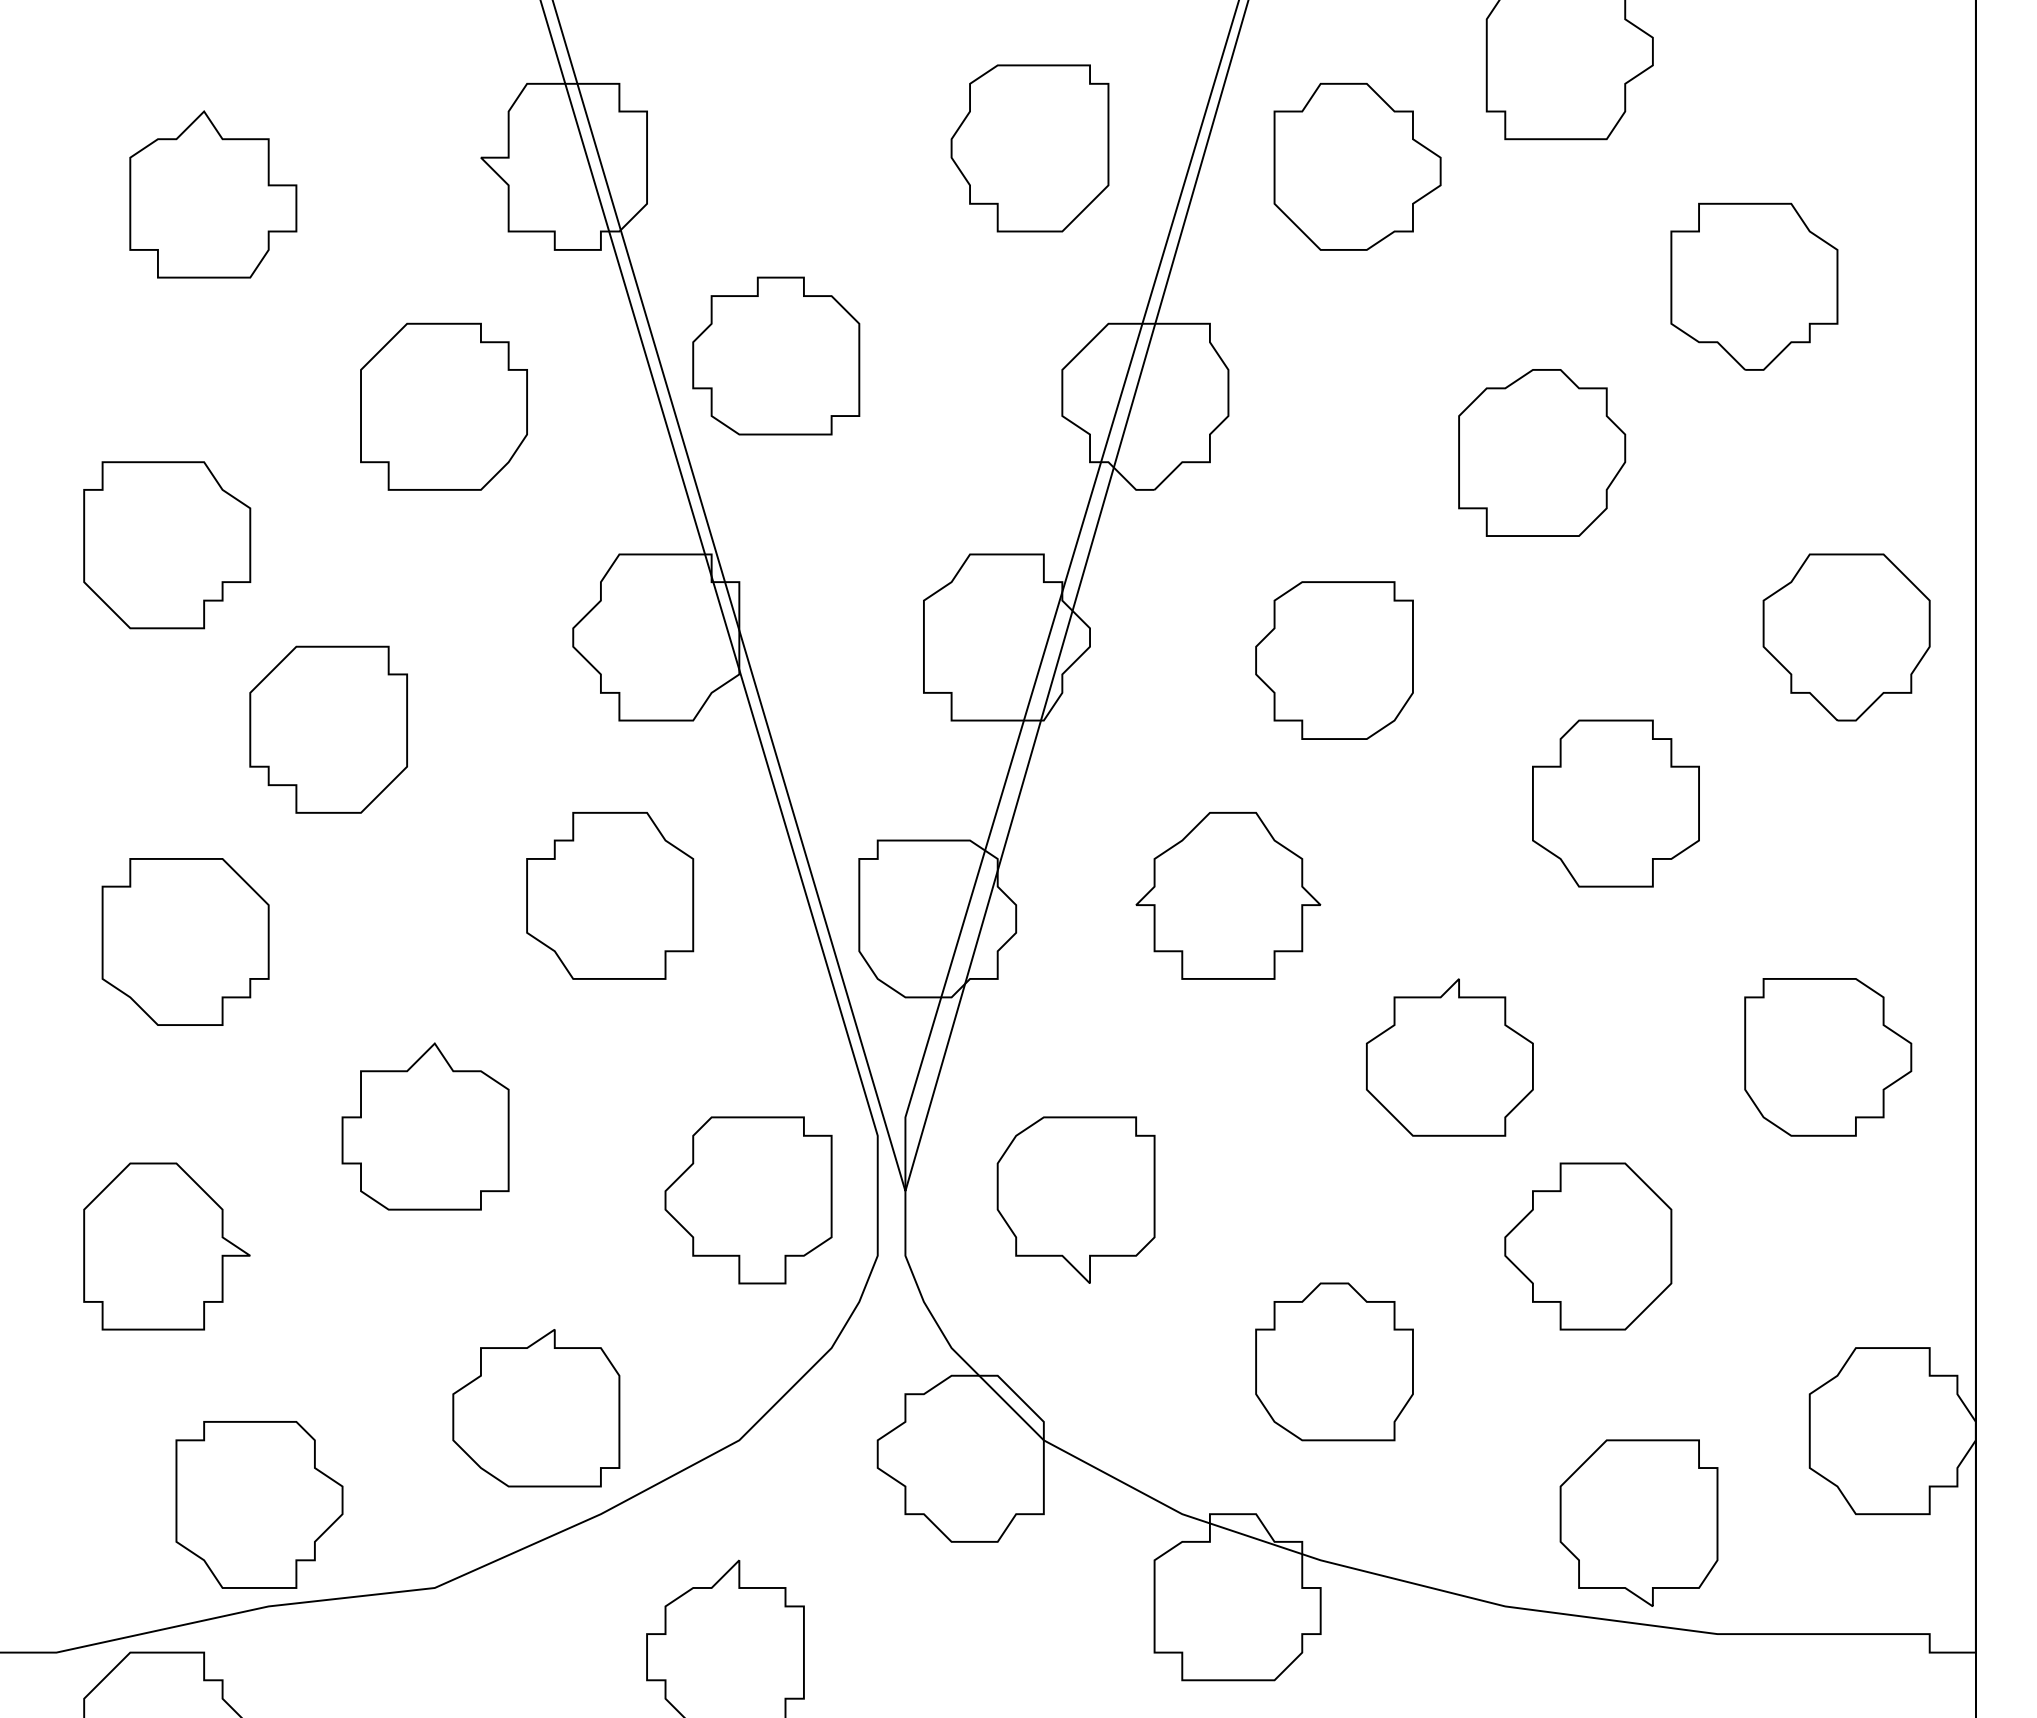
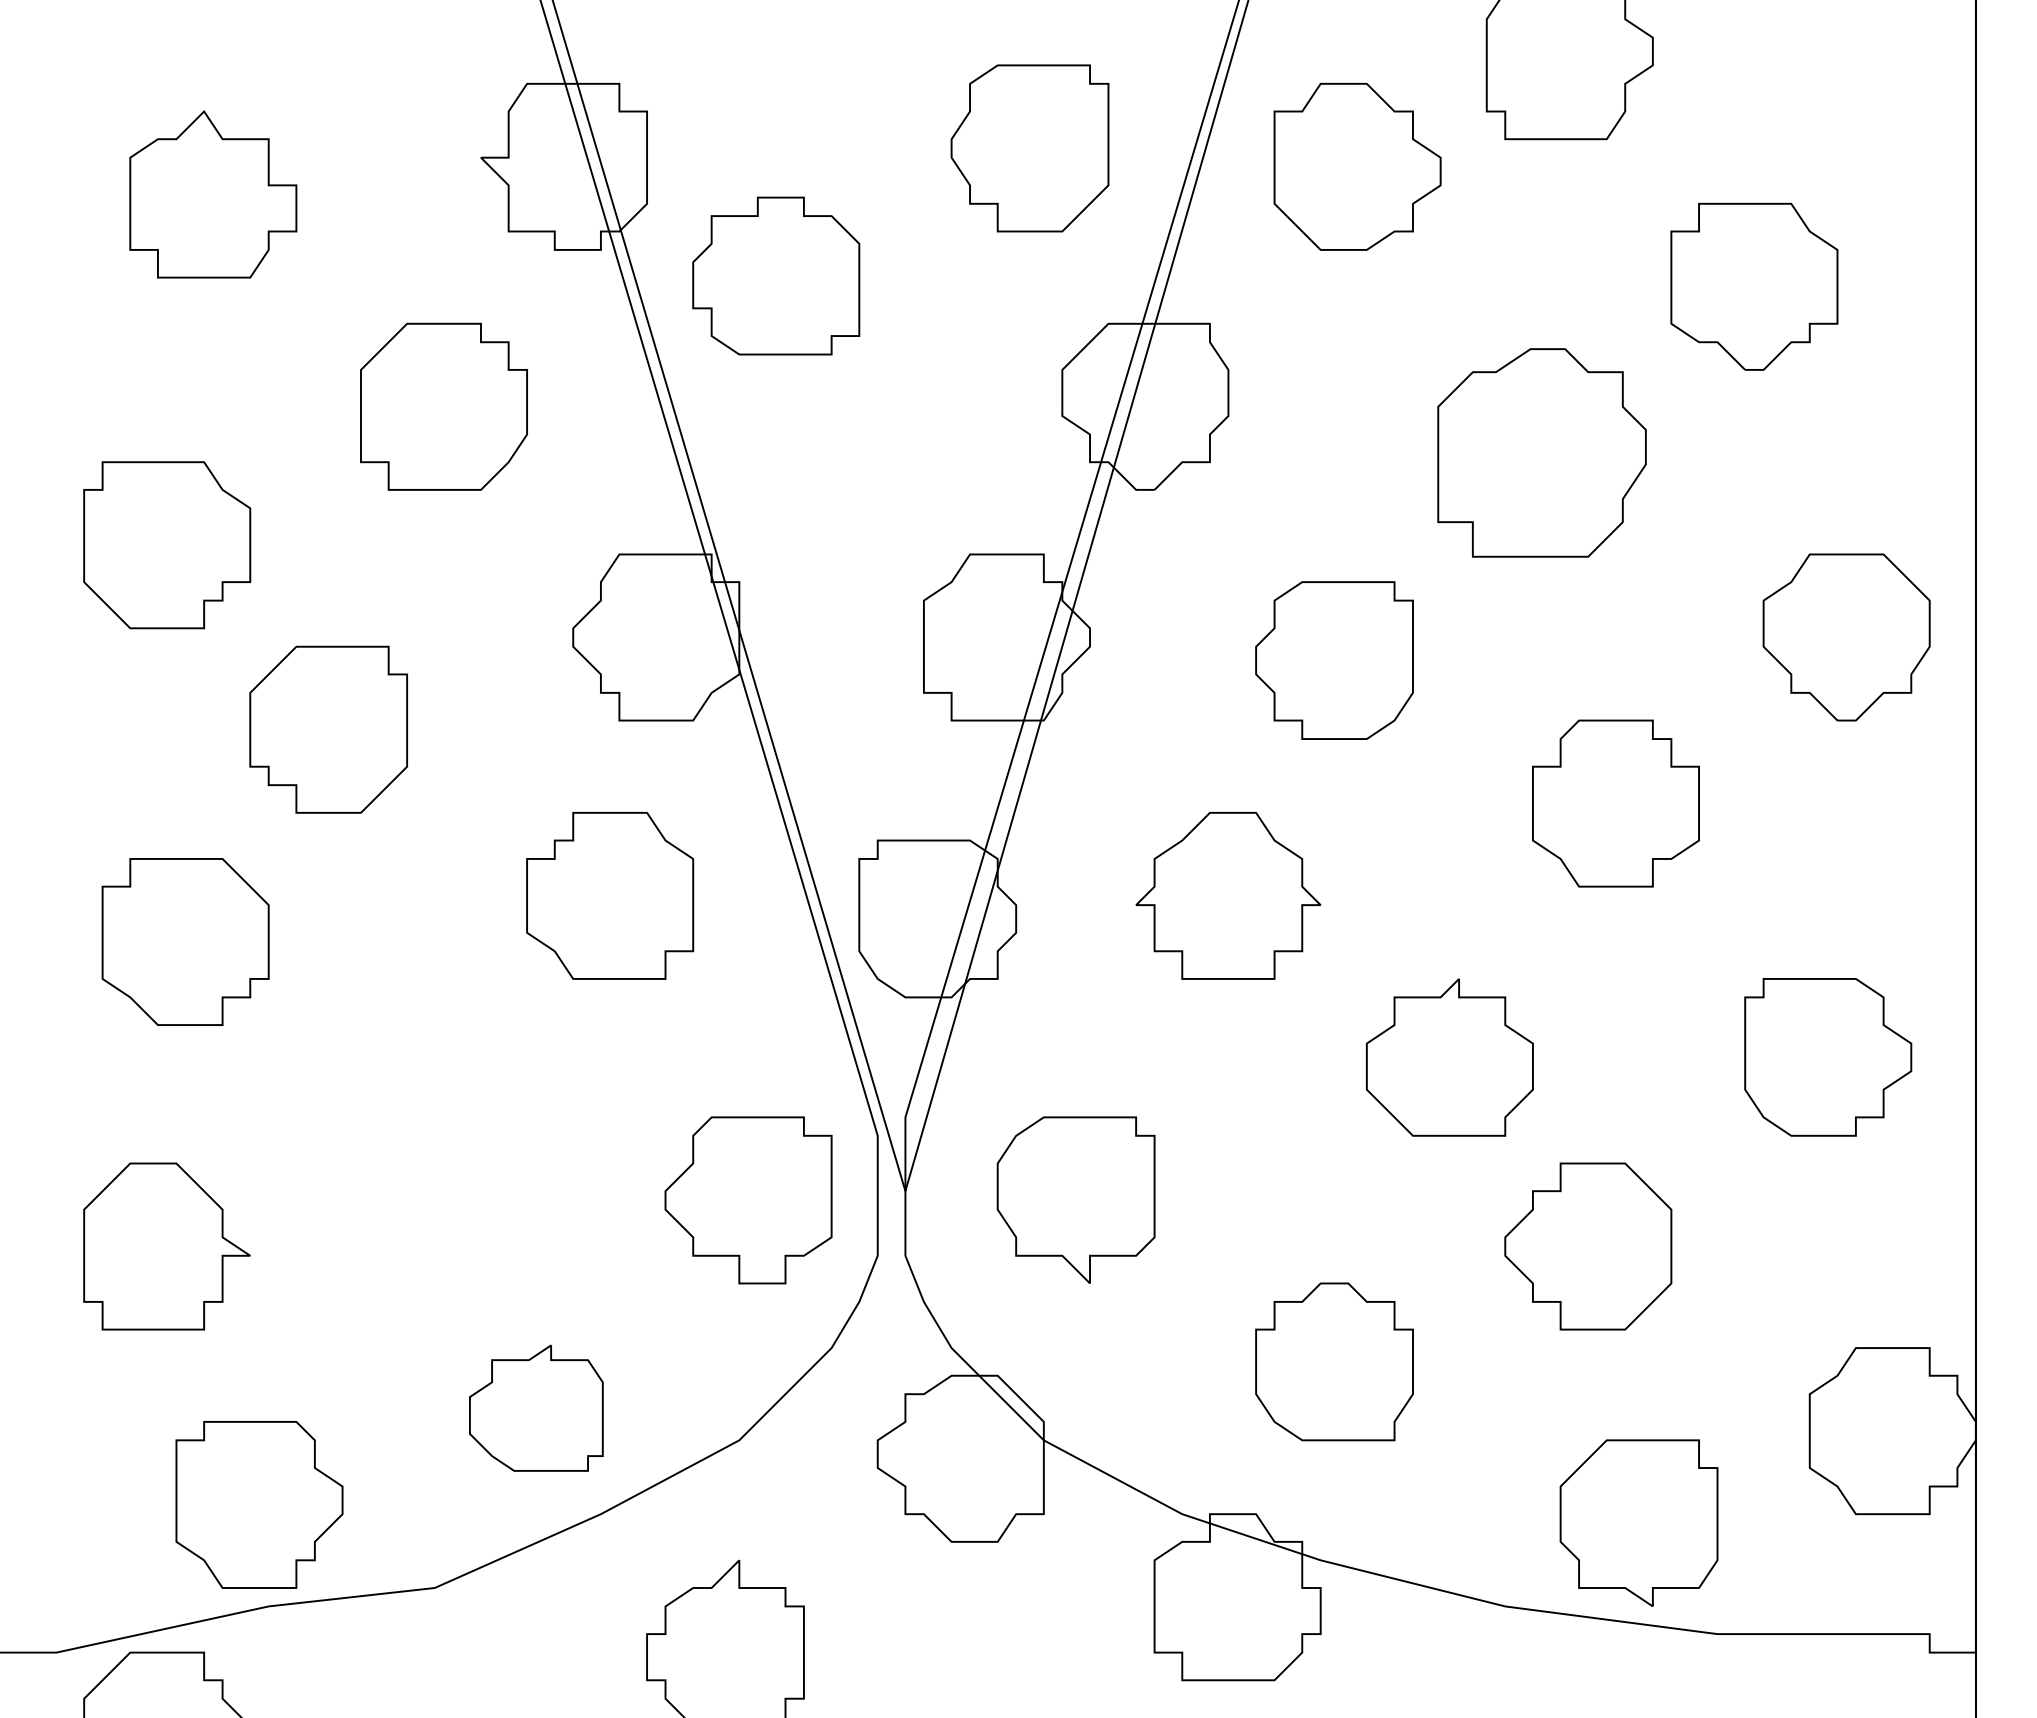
part at (776, 355) position: (776, 355) -> (776, 275)
part at (1542, 452) size: 169x168 px -> 210x210 px
part at (425, 1126): present -> none
part at (536, 1408) size: 169x159 px -> 135x128 px
